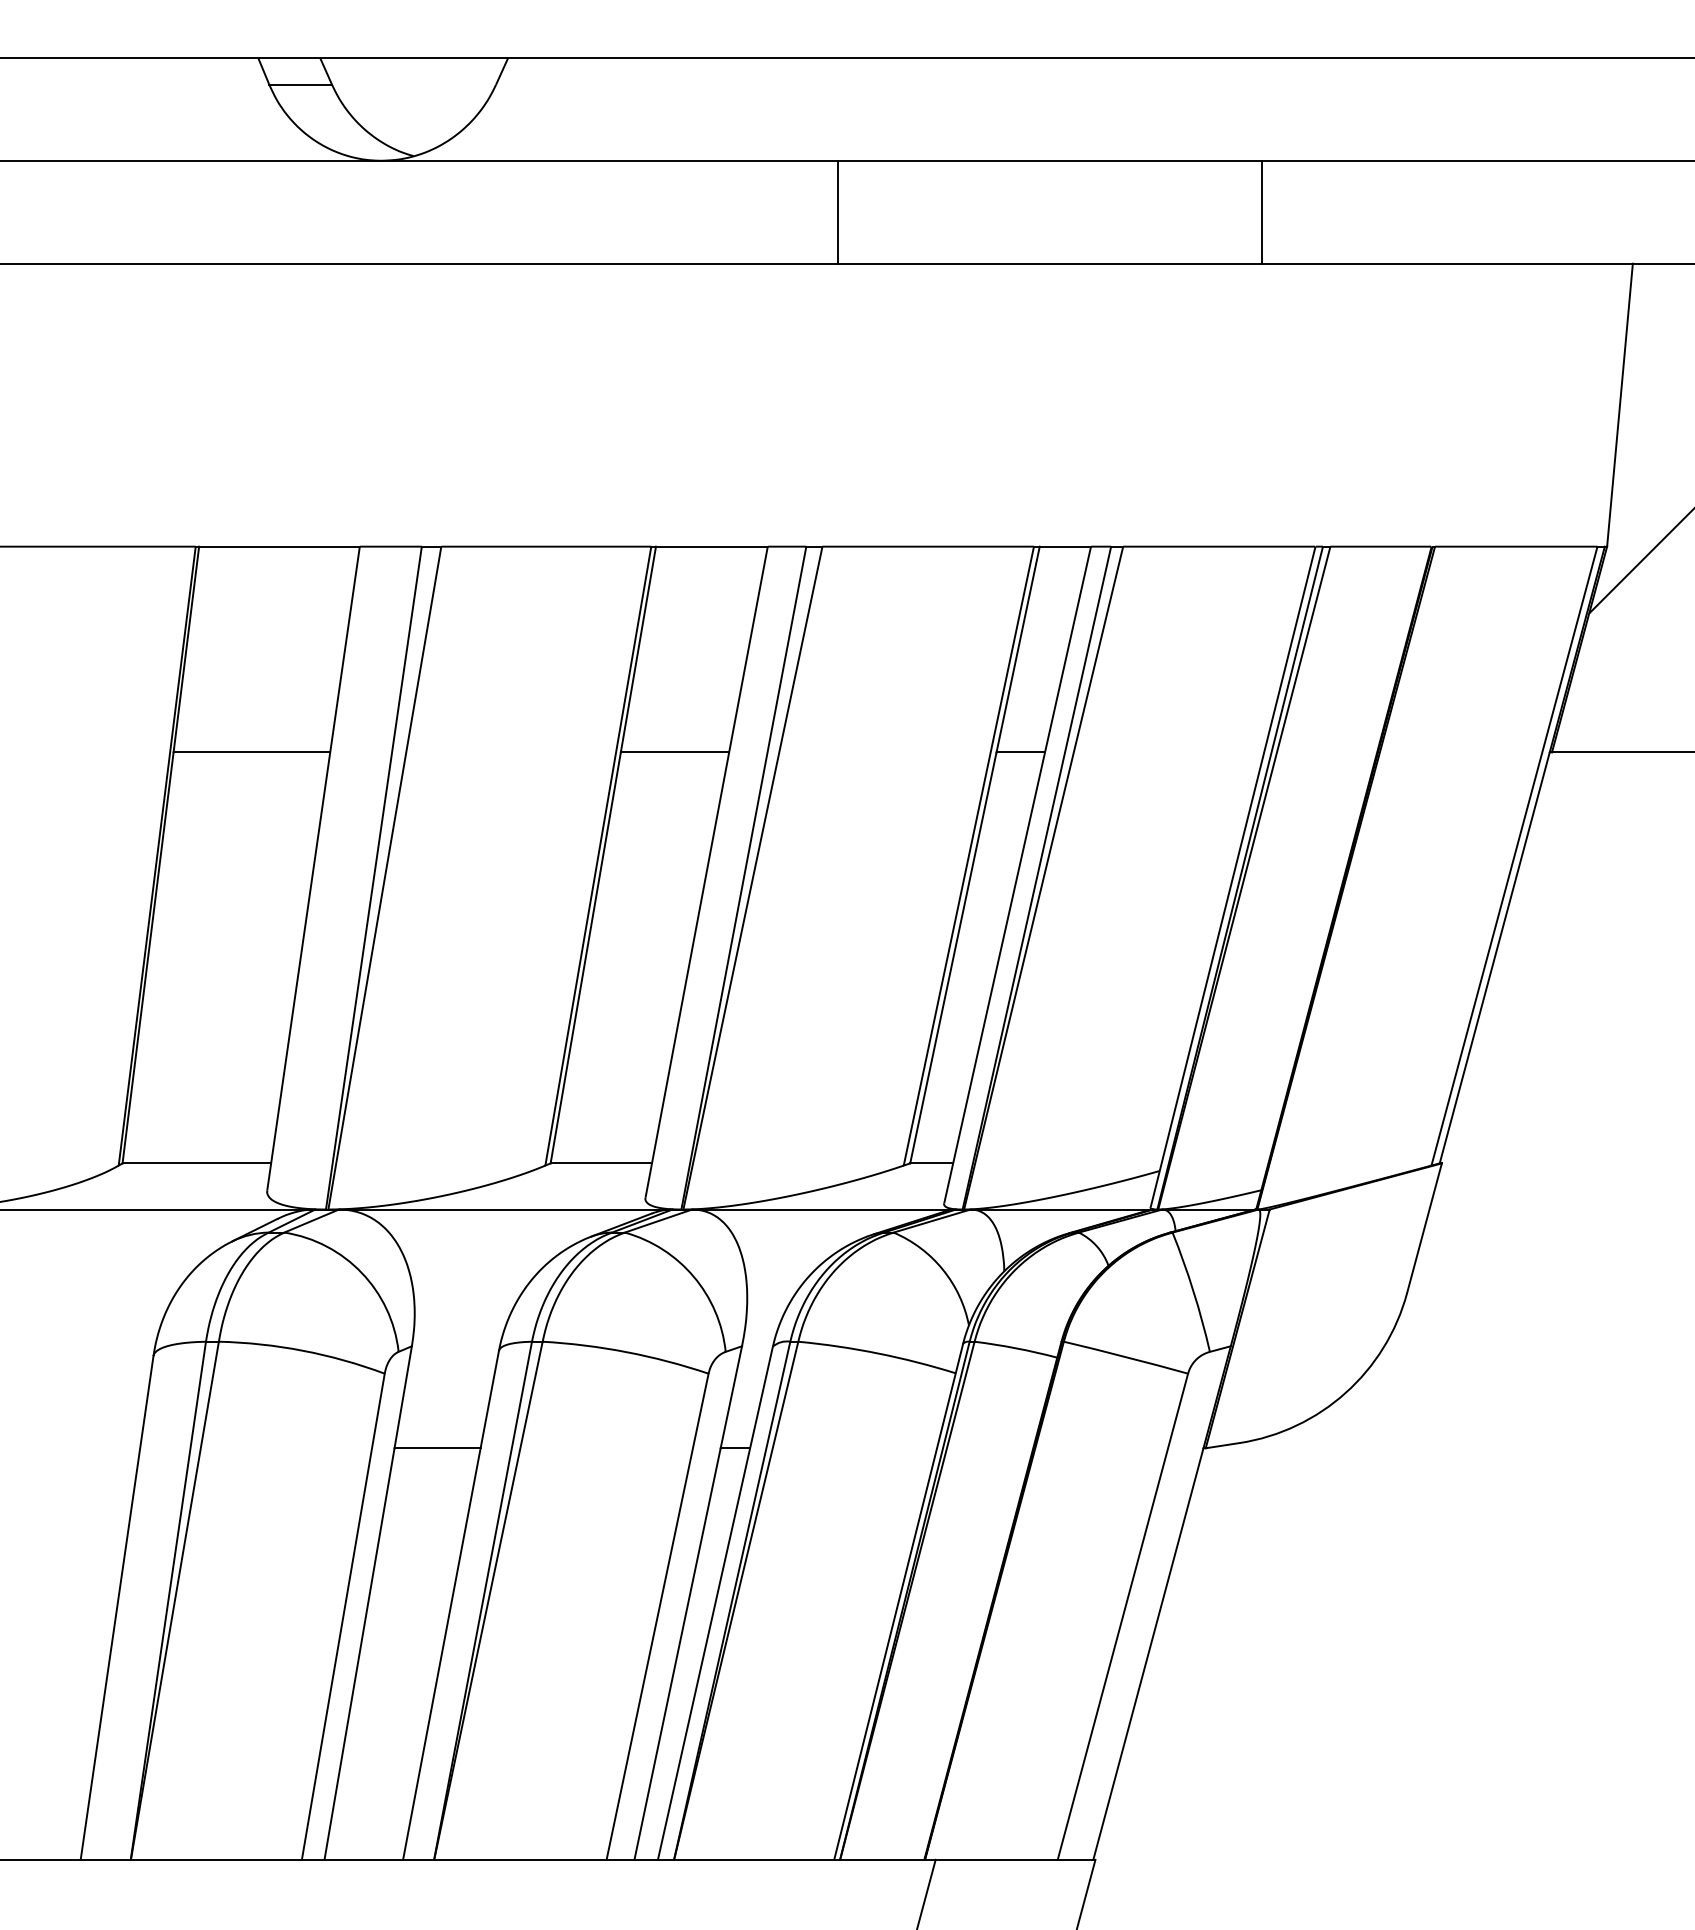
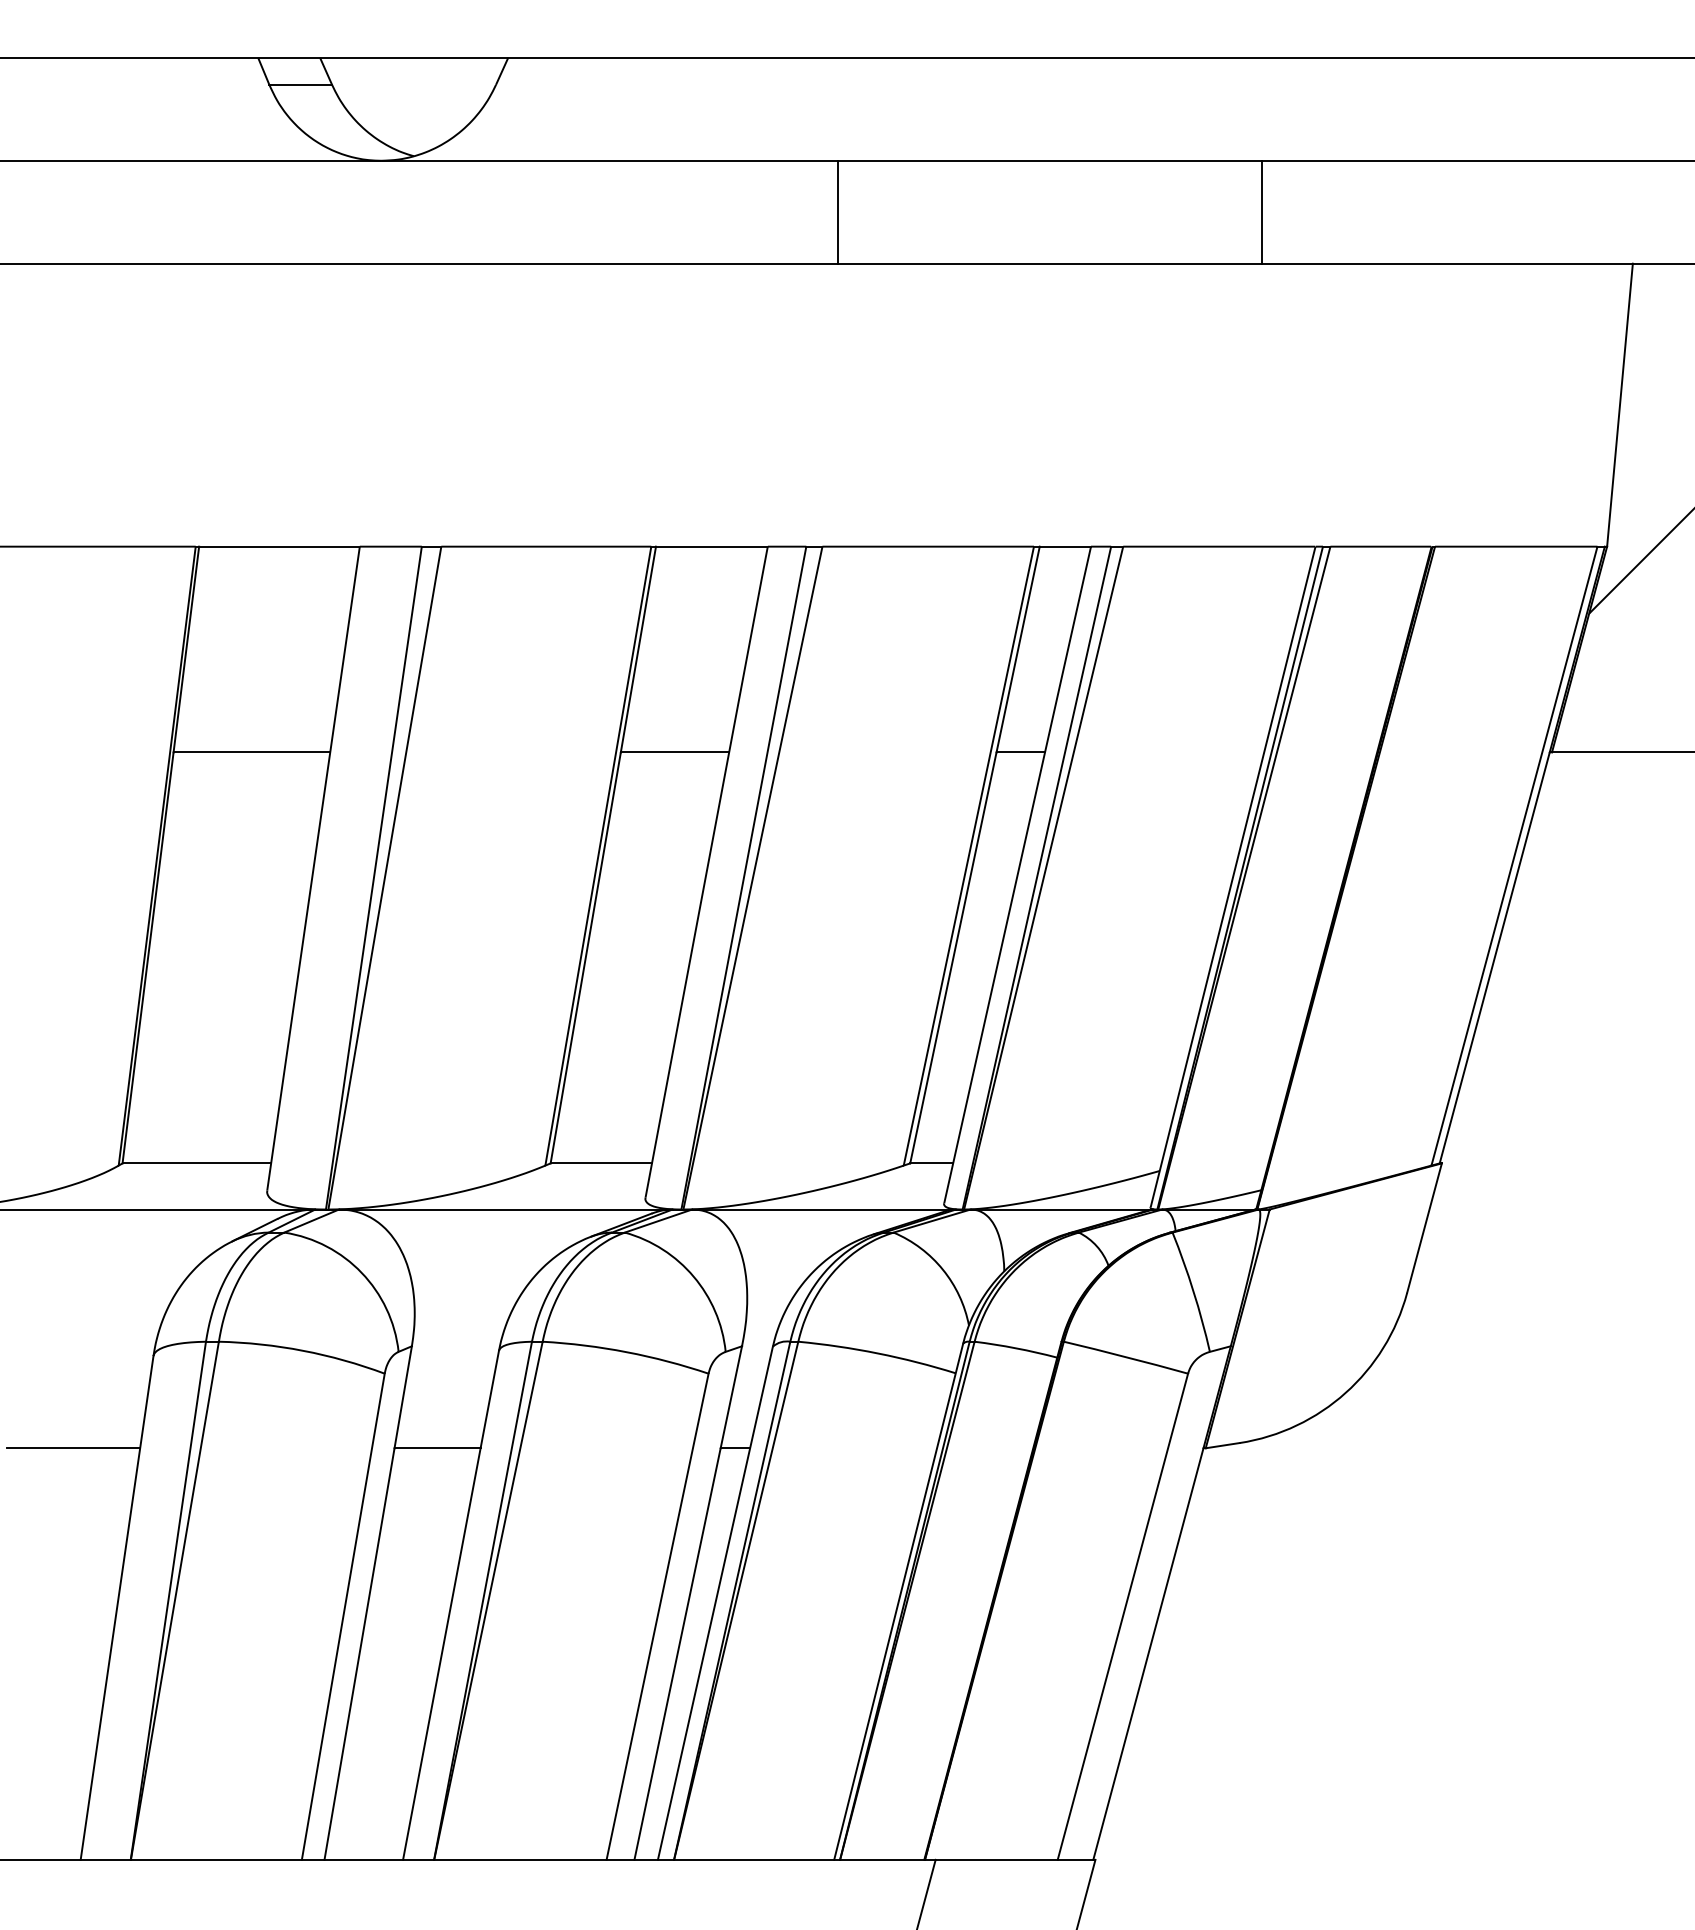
line at (73, 1448): none -> present
